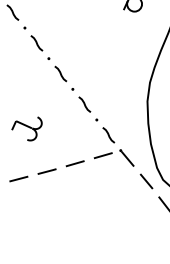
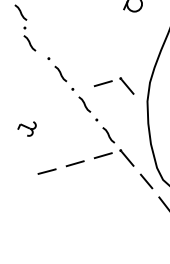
line at (12, 12) position: (12, 12) -> (20, 12)
line at (36, 43) position: (36, 43) -> (29, 43)
part at (113, 85): none -> present
part at (26, 128) size: 32x26 px -> 20x16 px
line at (18, 178): present -> none
